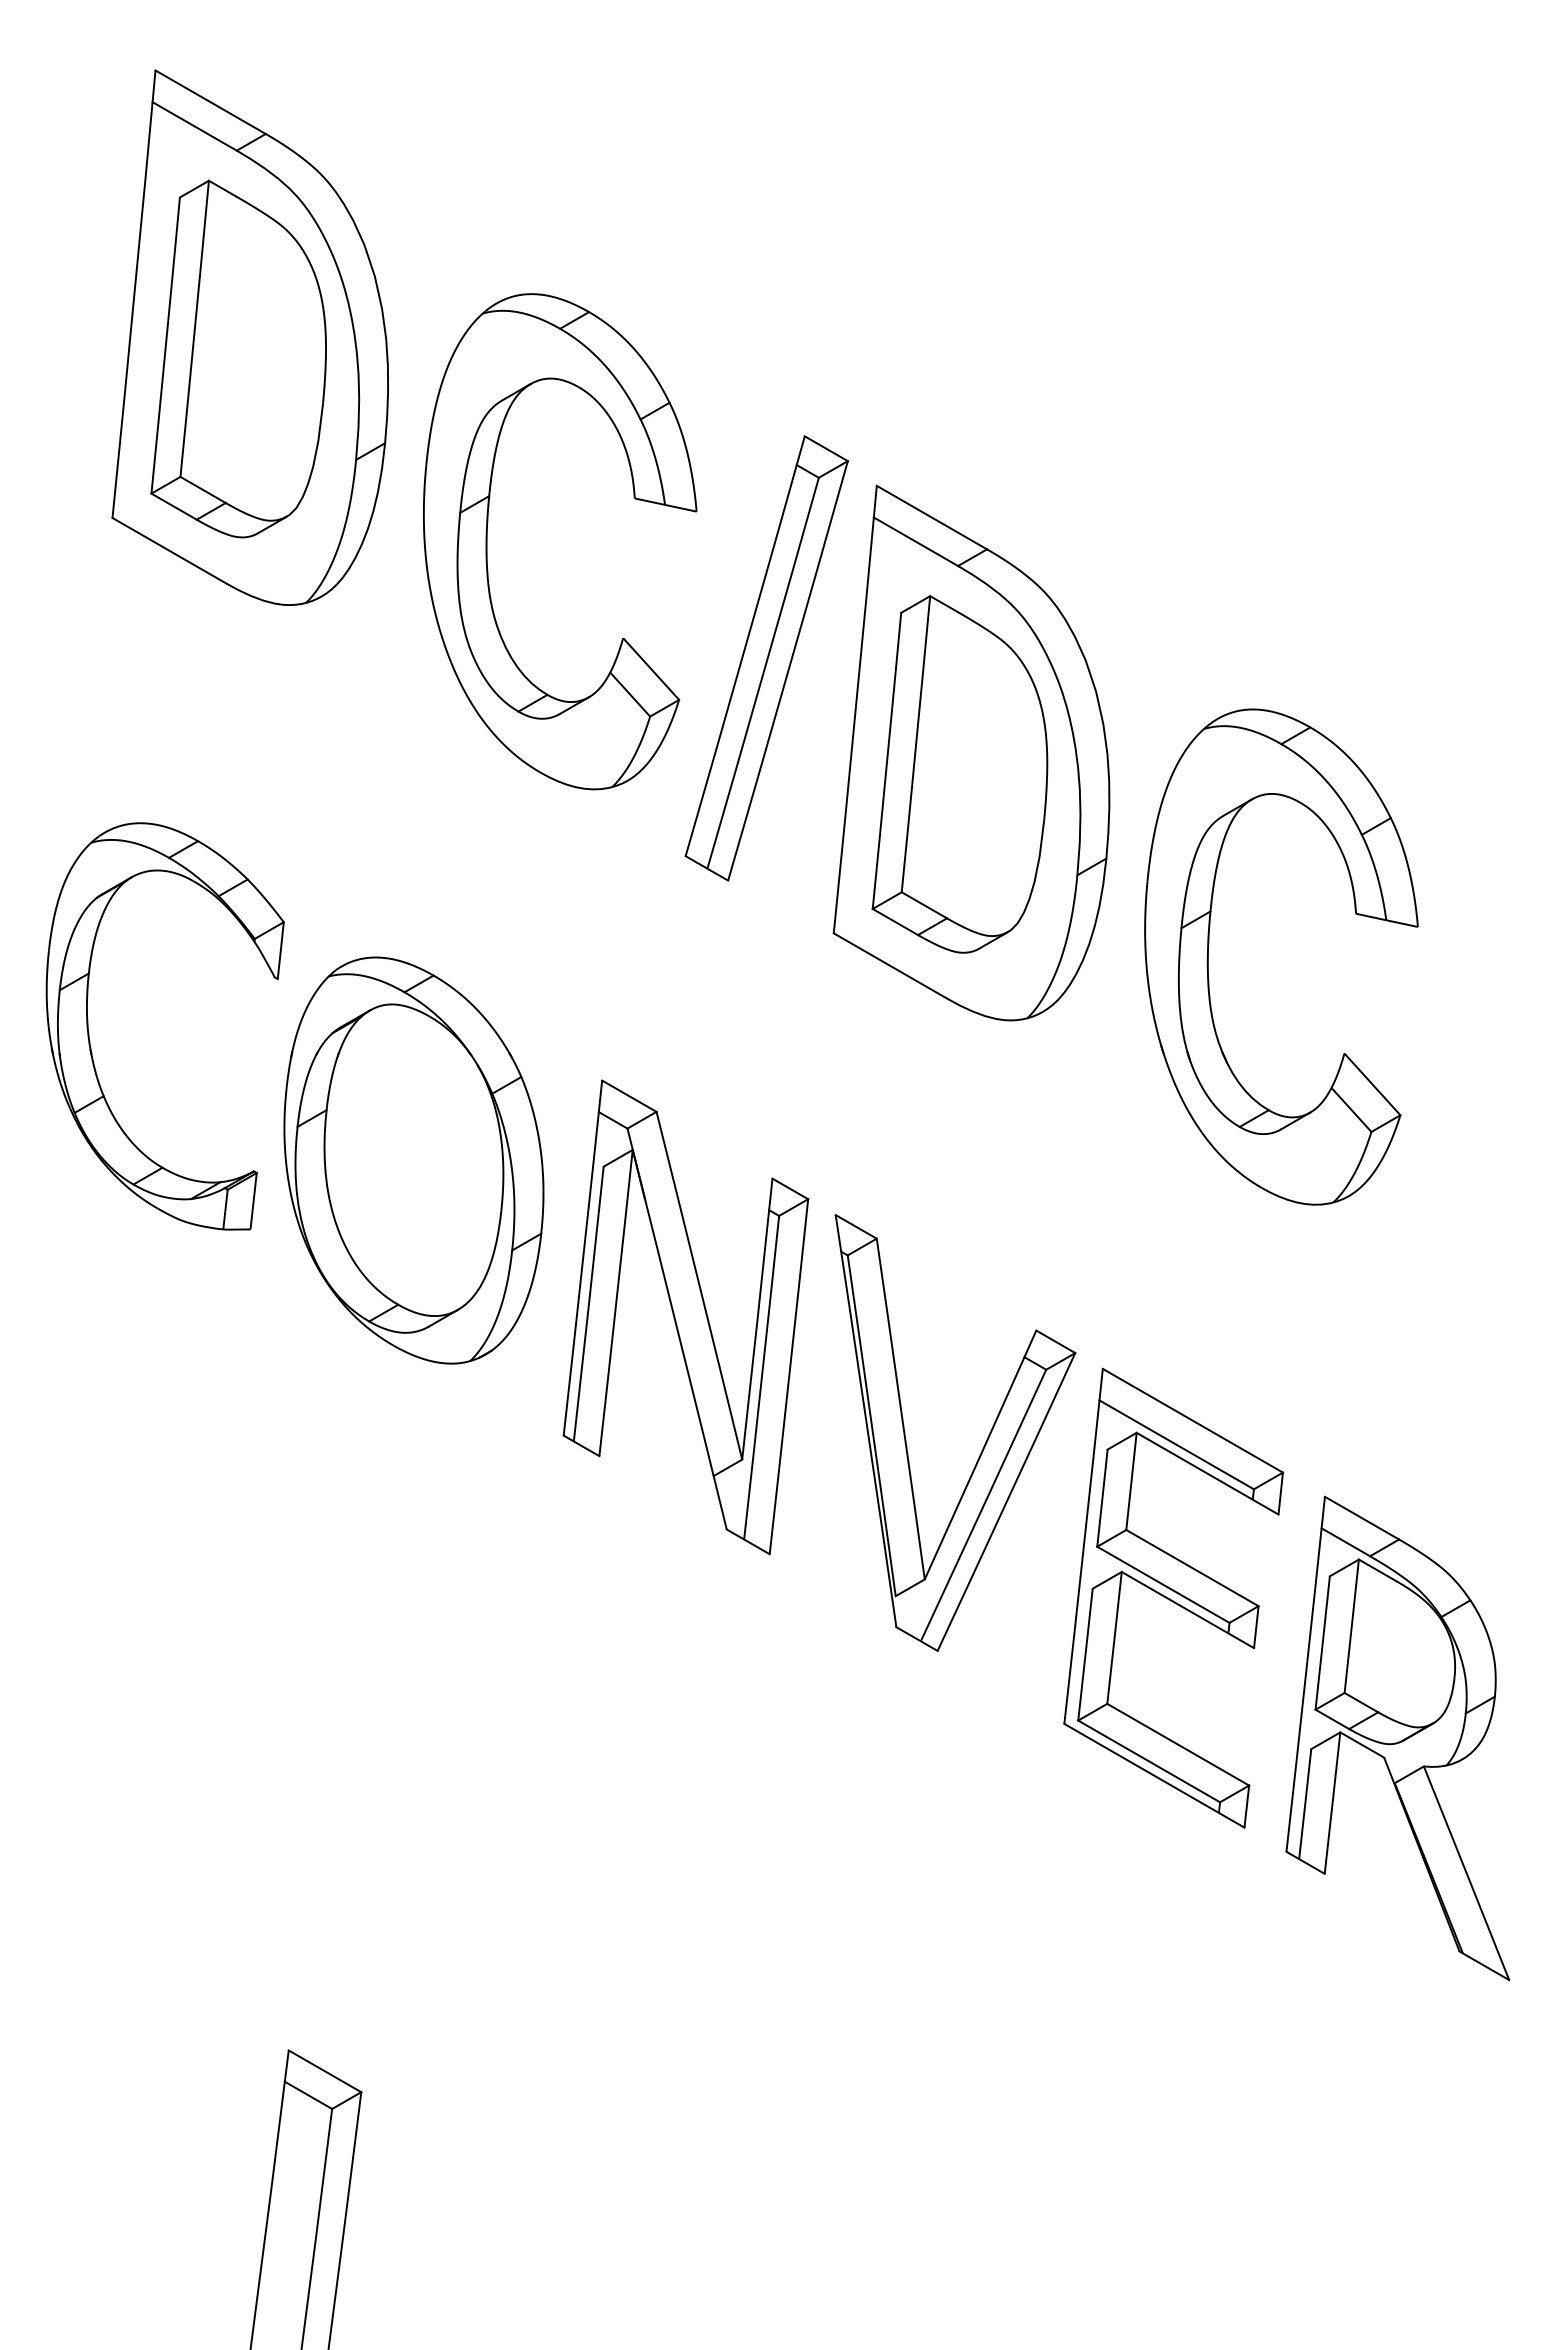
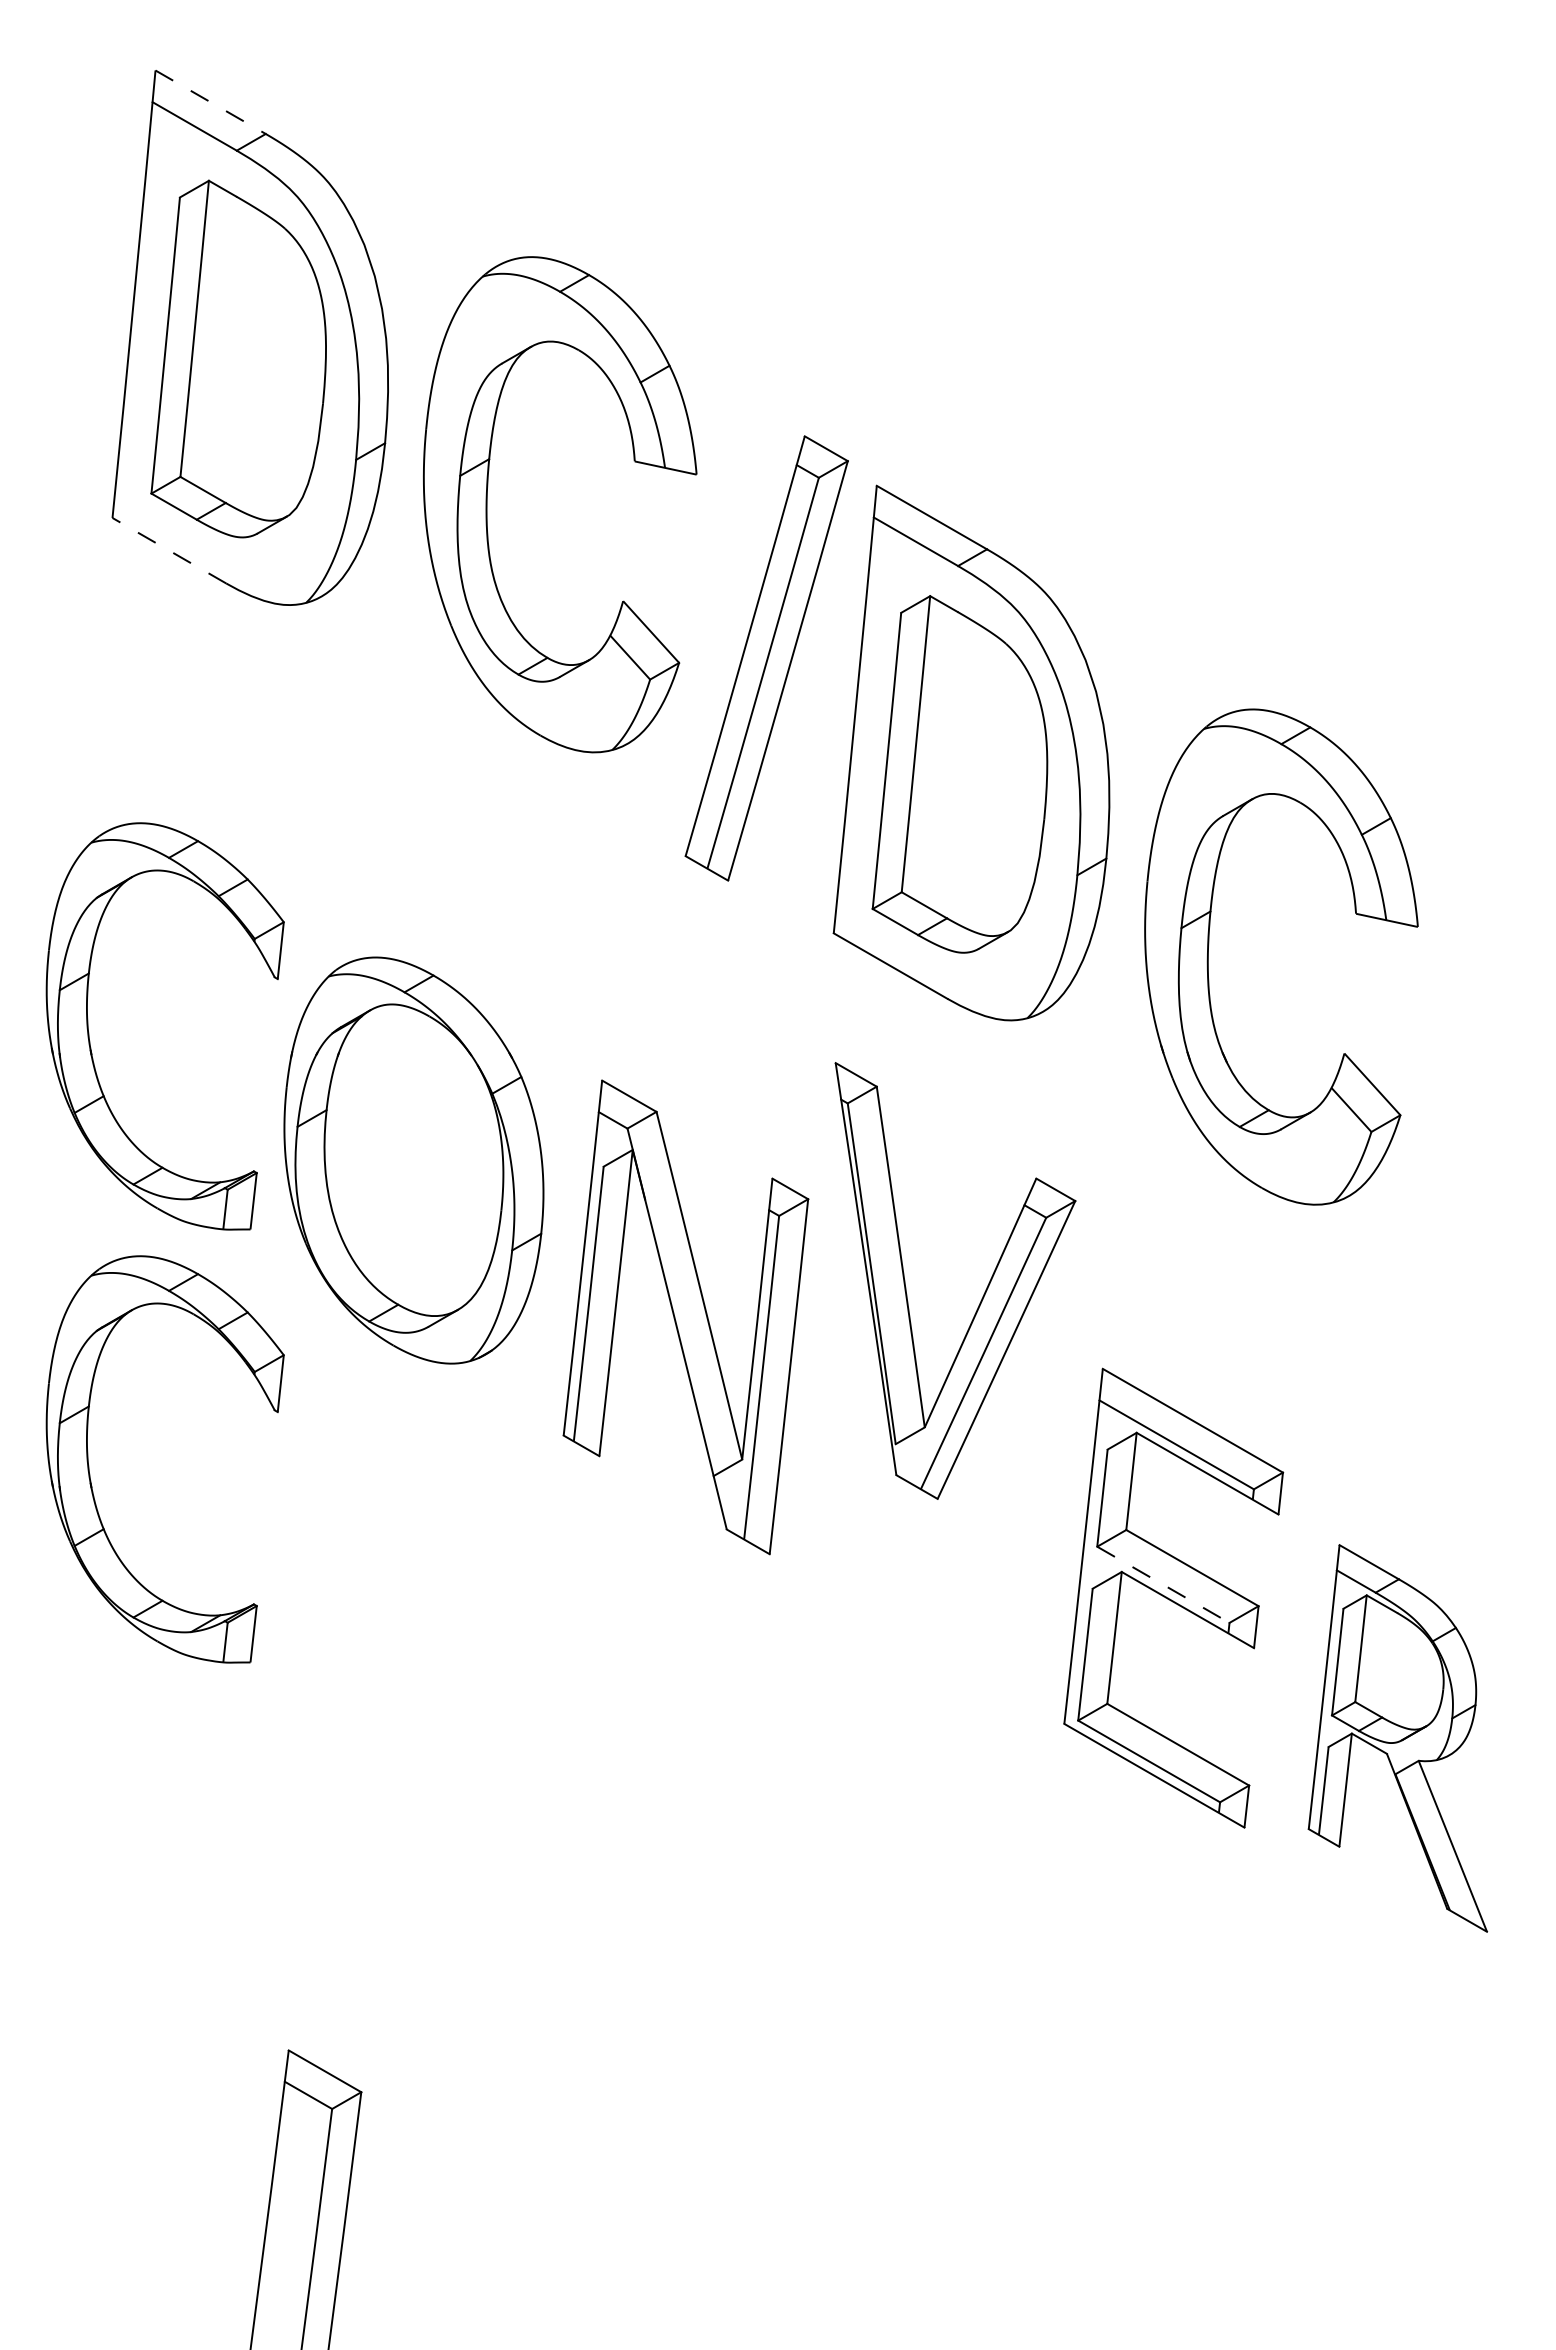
line at (210, 102): solid -> dashed
part at (487, 541) position: (487, 541) -> (487, 504)
line at (169, 550): solid -> dashed
part at (984, 1443) position: (984, 1443) -> (984, 1291)
part at (89, 1465): none -> present
line at (1163, 1585): solid -> dashed
part at (1397, 1738) size: 226x487 px -> 182x389 px
